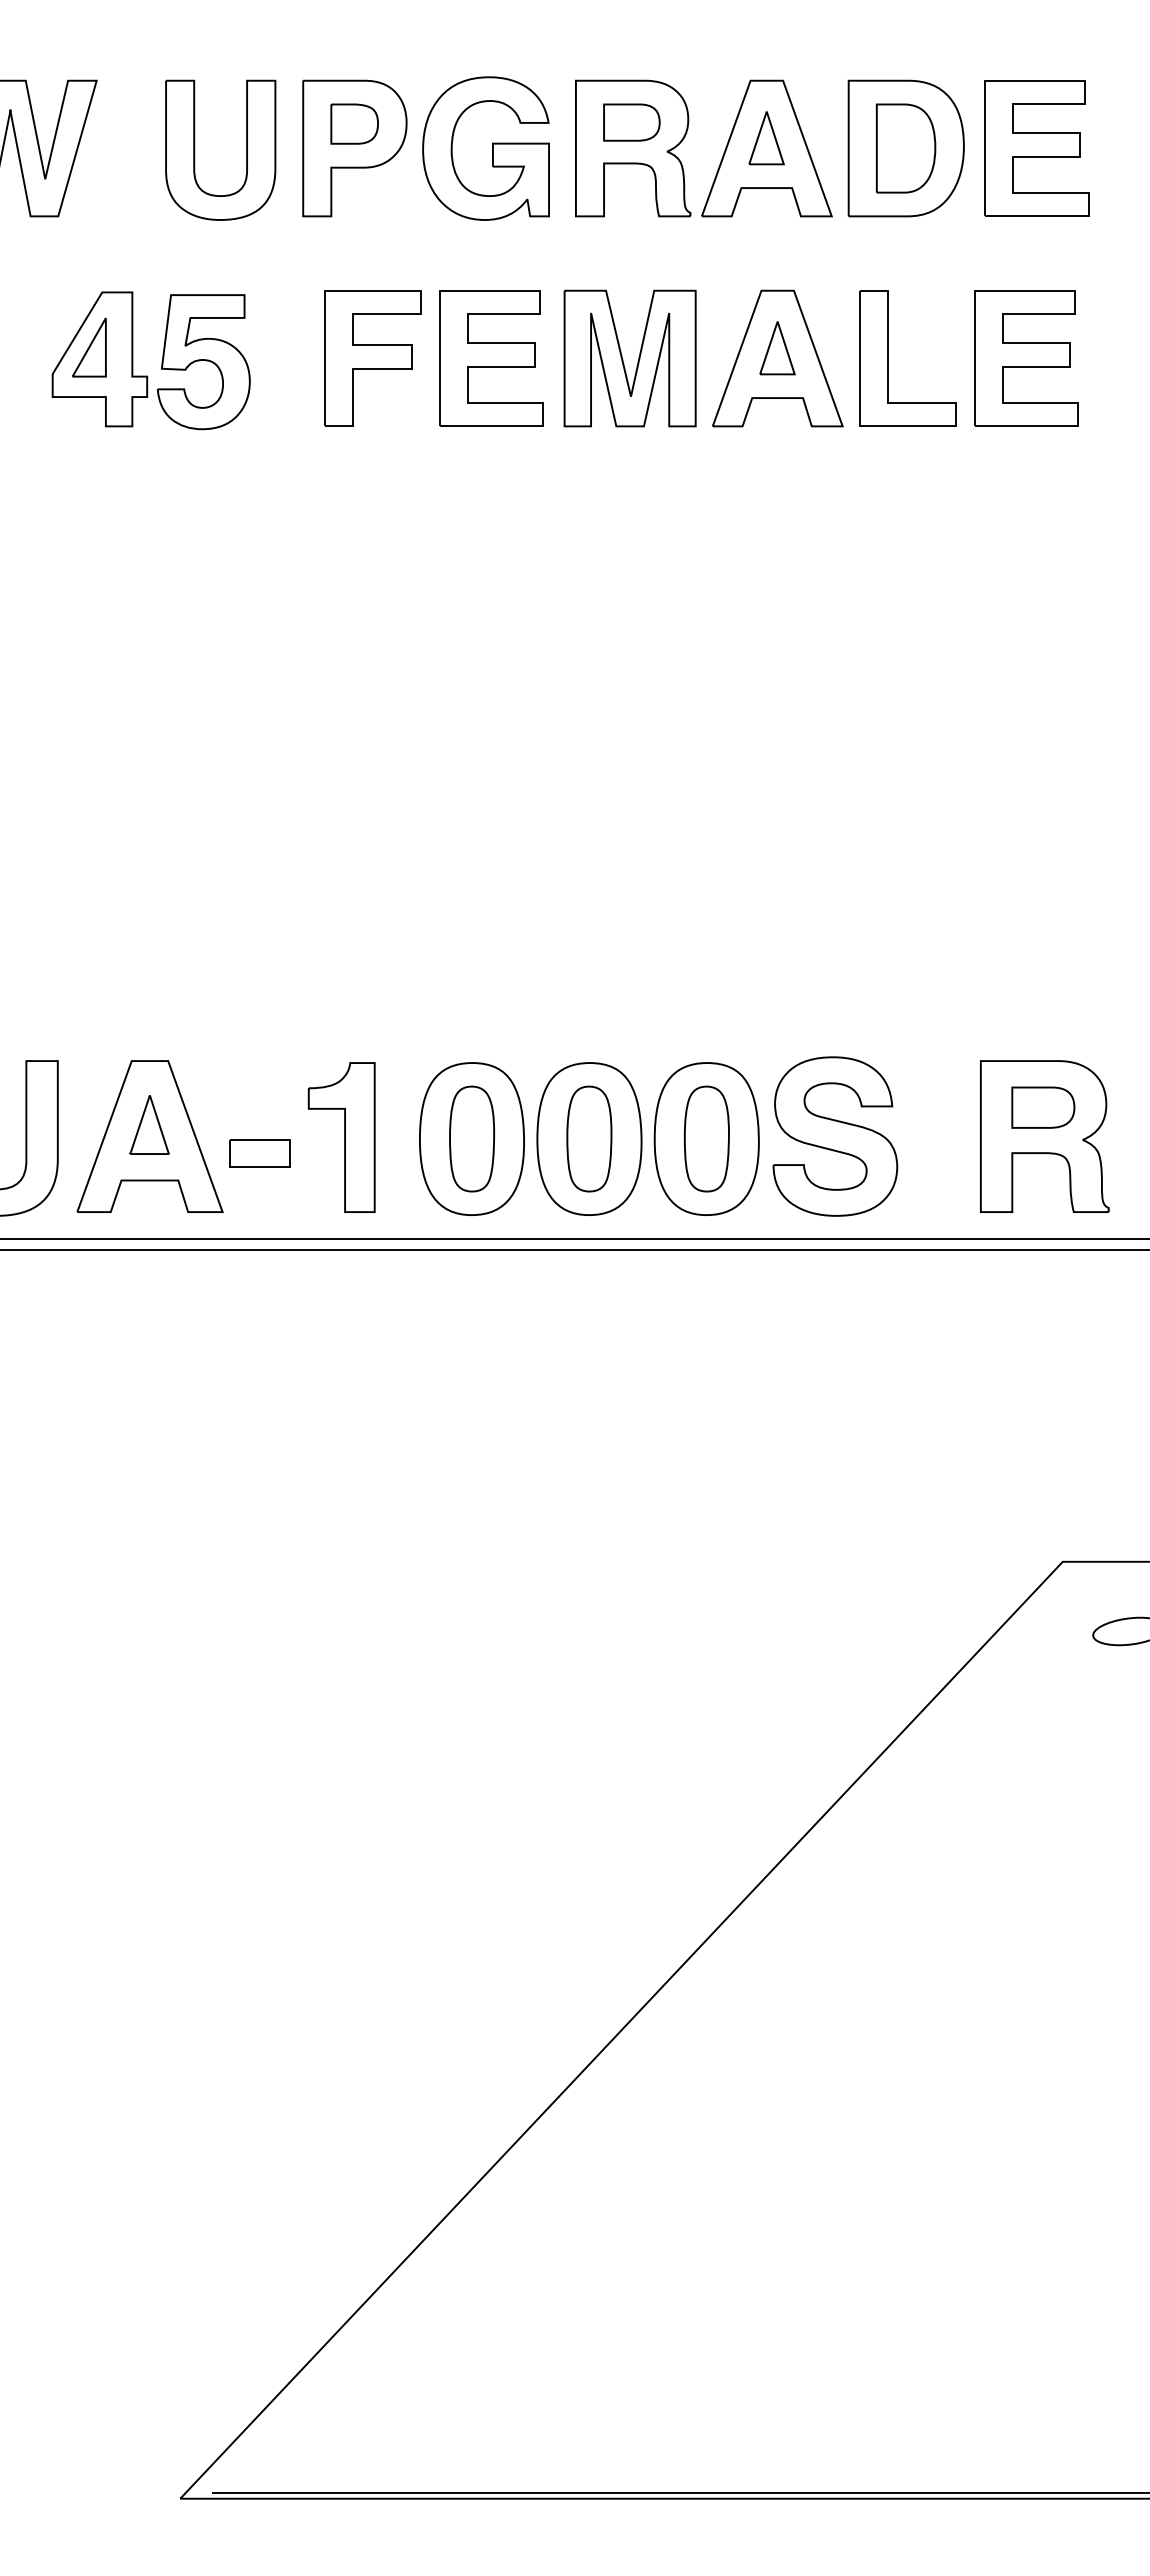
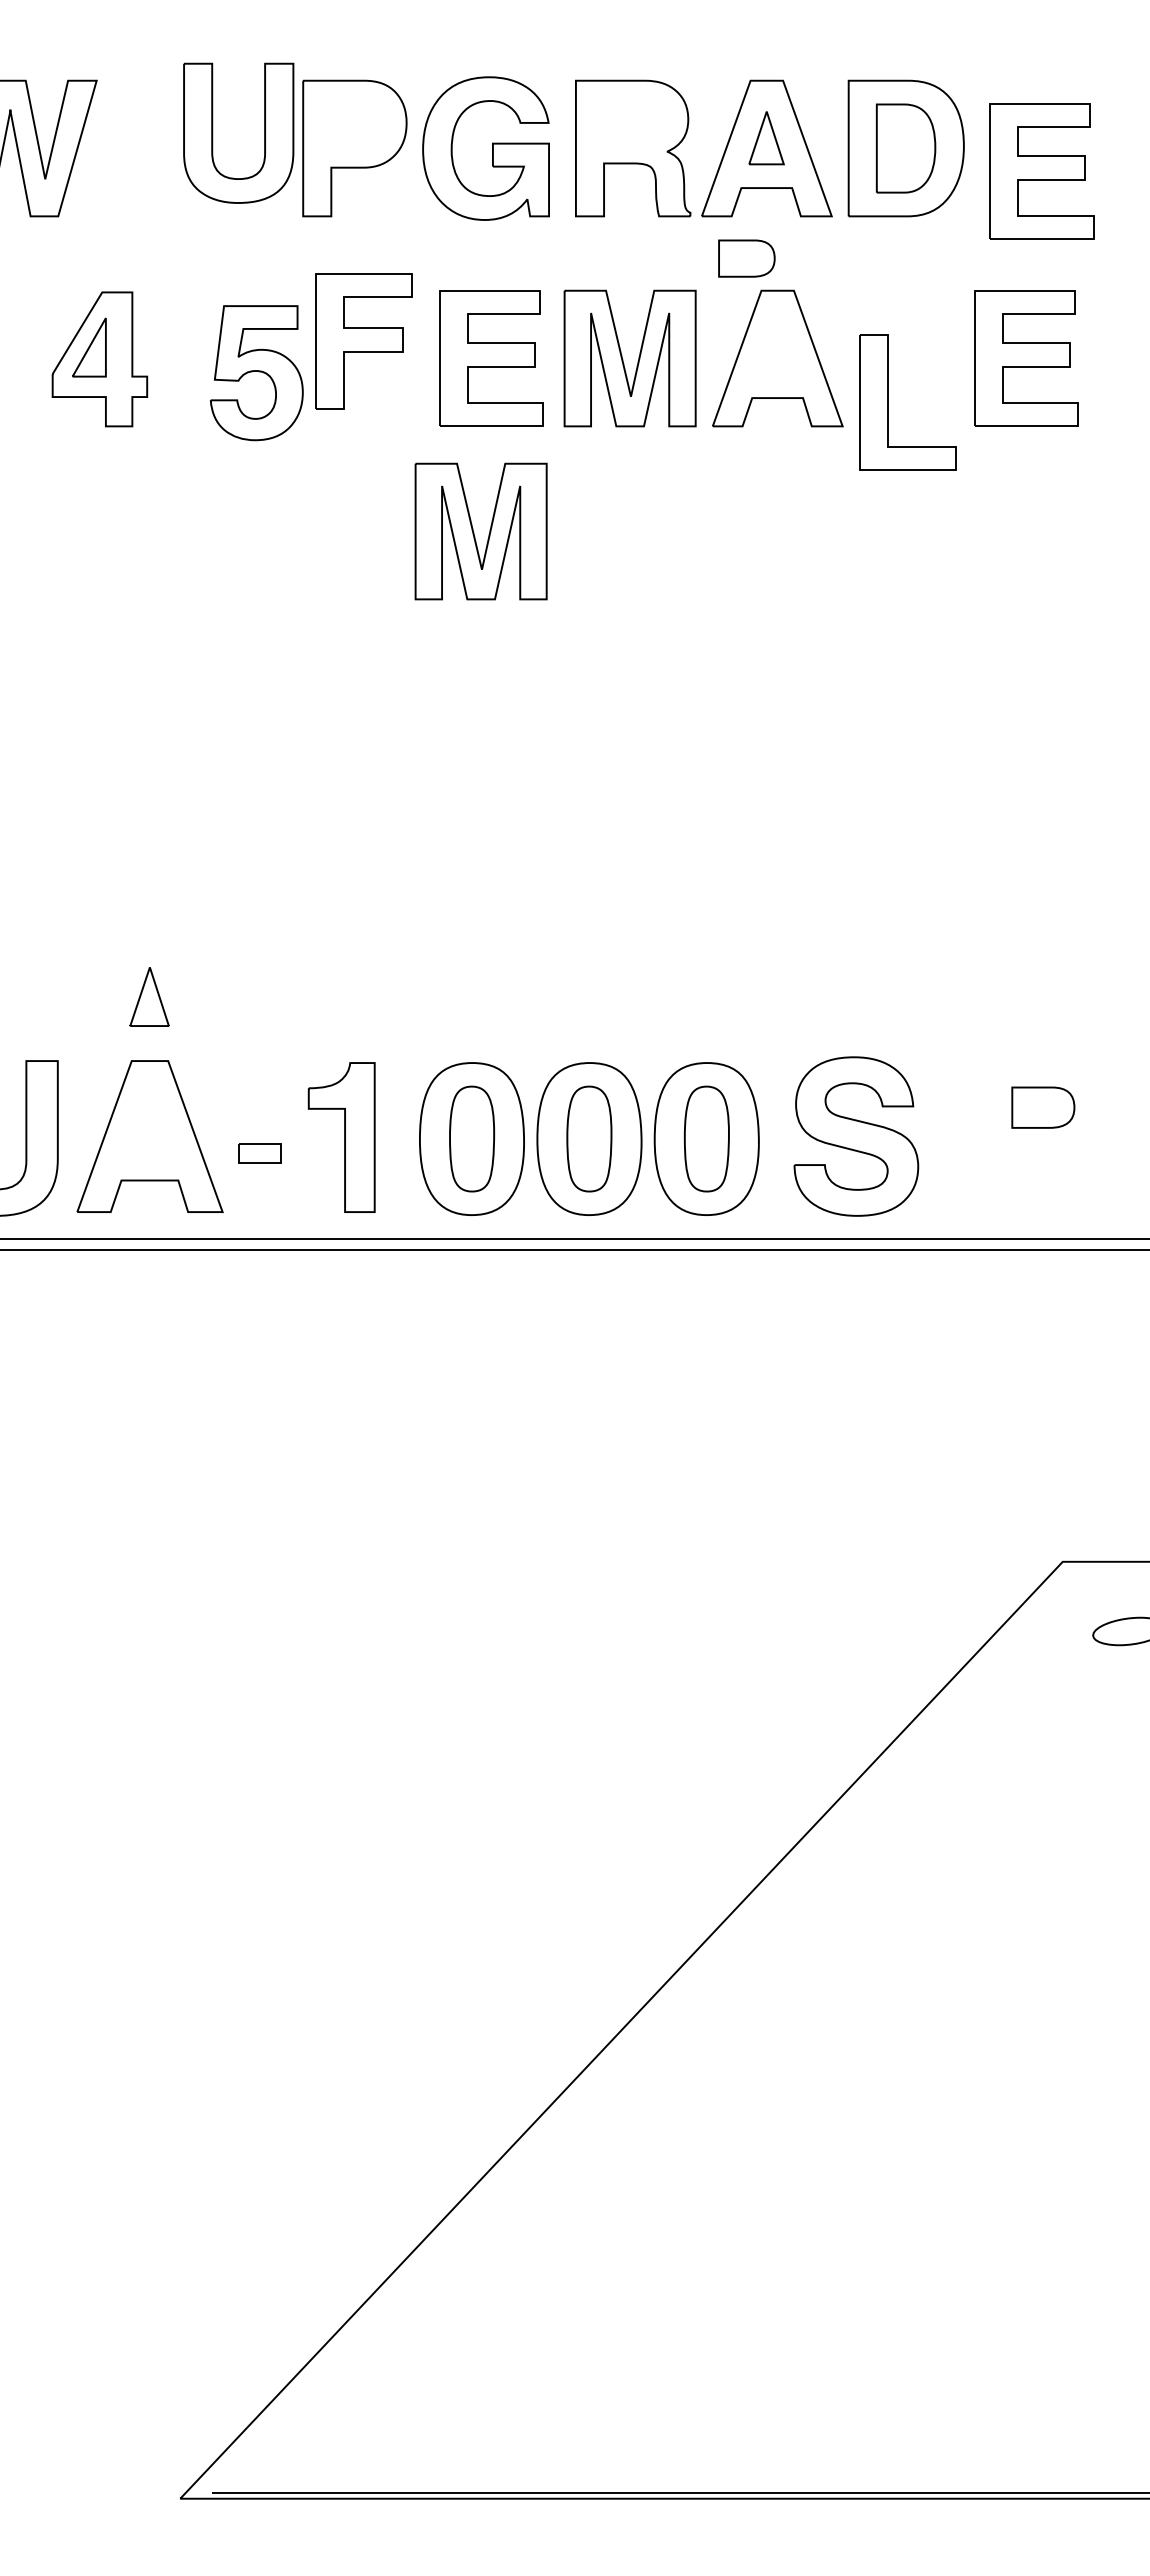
part at (631, 122) position: (631, 122) -> (746, 258)
part at (354, 123): present -> none
part at (1036, 148) position: (1036, 148) -> (1041, 171)
part at (195, 149) position: (195, 149) -> (213, 132)
part at (777, 348): present -> none
part at (372, 358) position: (372, 358) -> (363, 341)
part at (888, 358) position: (888, 358) -> (888, 402)
part at (203, 362) position: (203, 362) -> (256, 373)
part at (474, 532): none -> present
part at (149, 1124) position: (149, 1124) -> (149, 996)
part at (835, 1136) position: (835, 1136) -> (856, 1136)
part at (1044, 1136): present -> none
part at (259, 1153) size: 62x29 px -> 44x21 px
